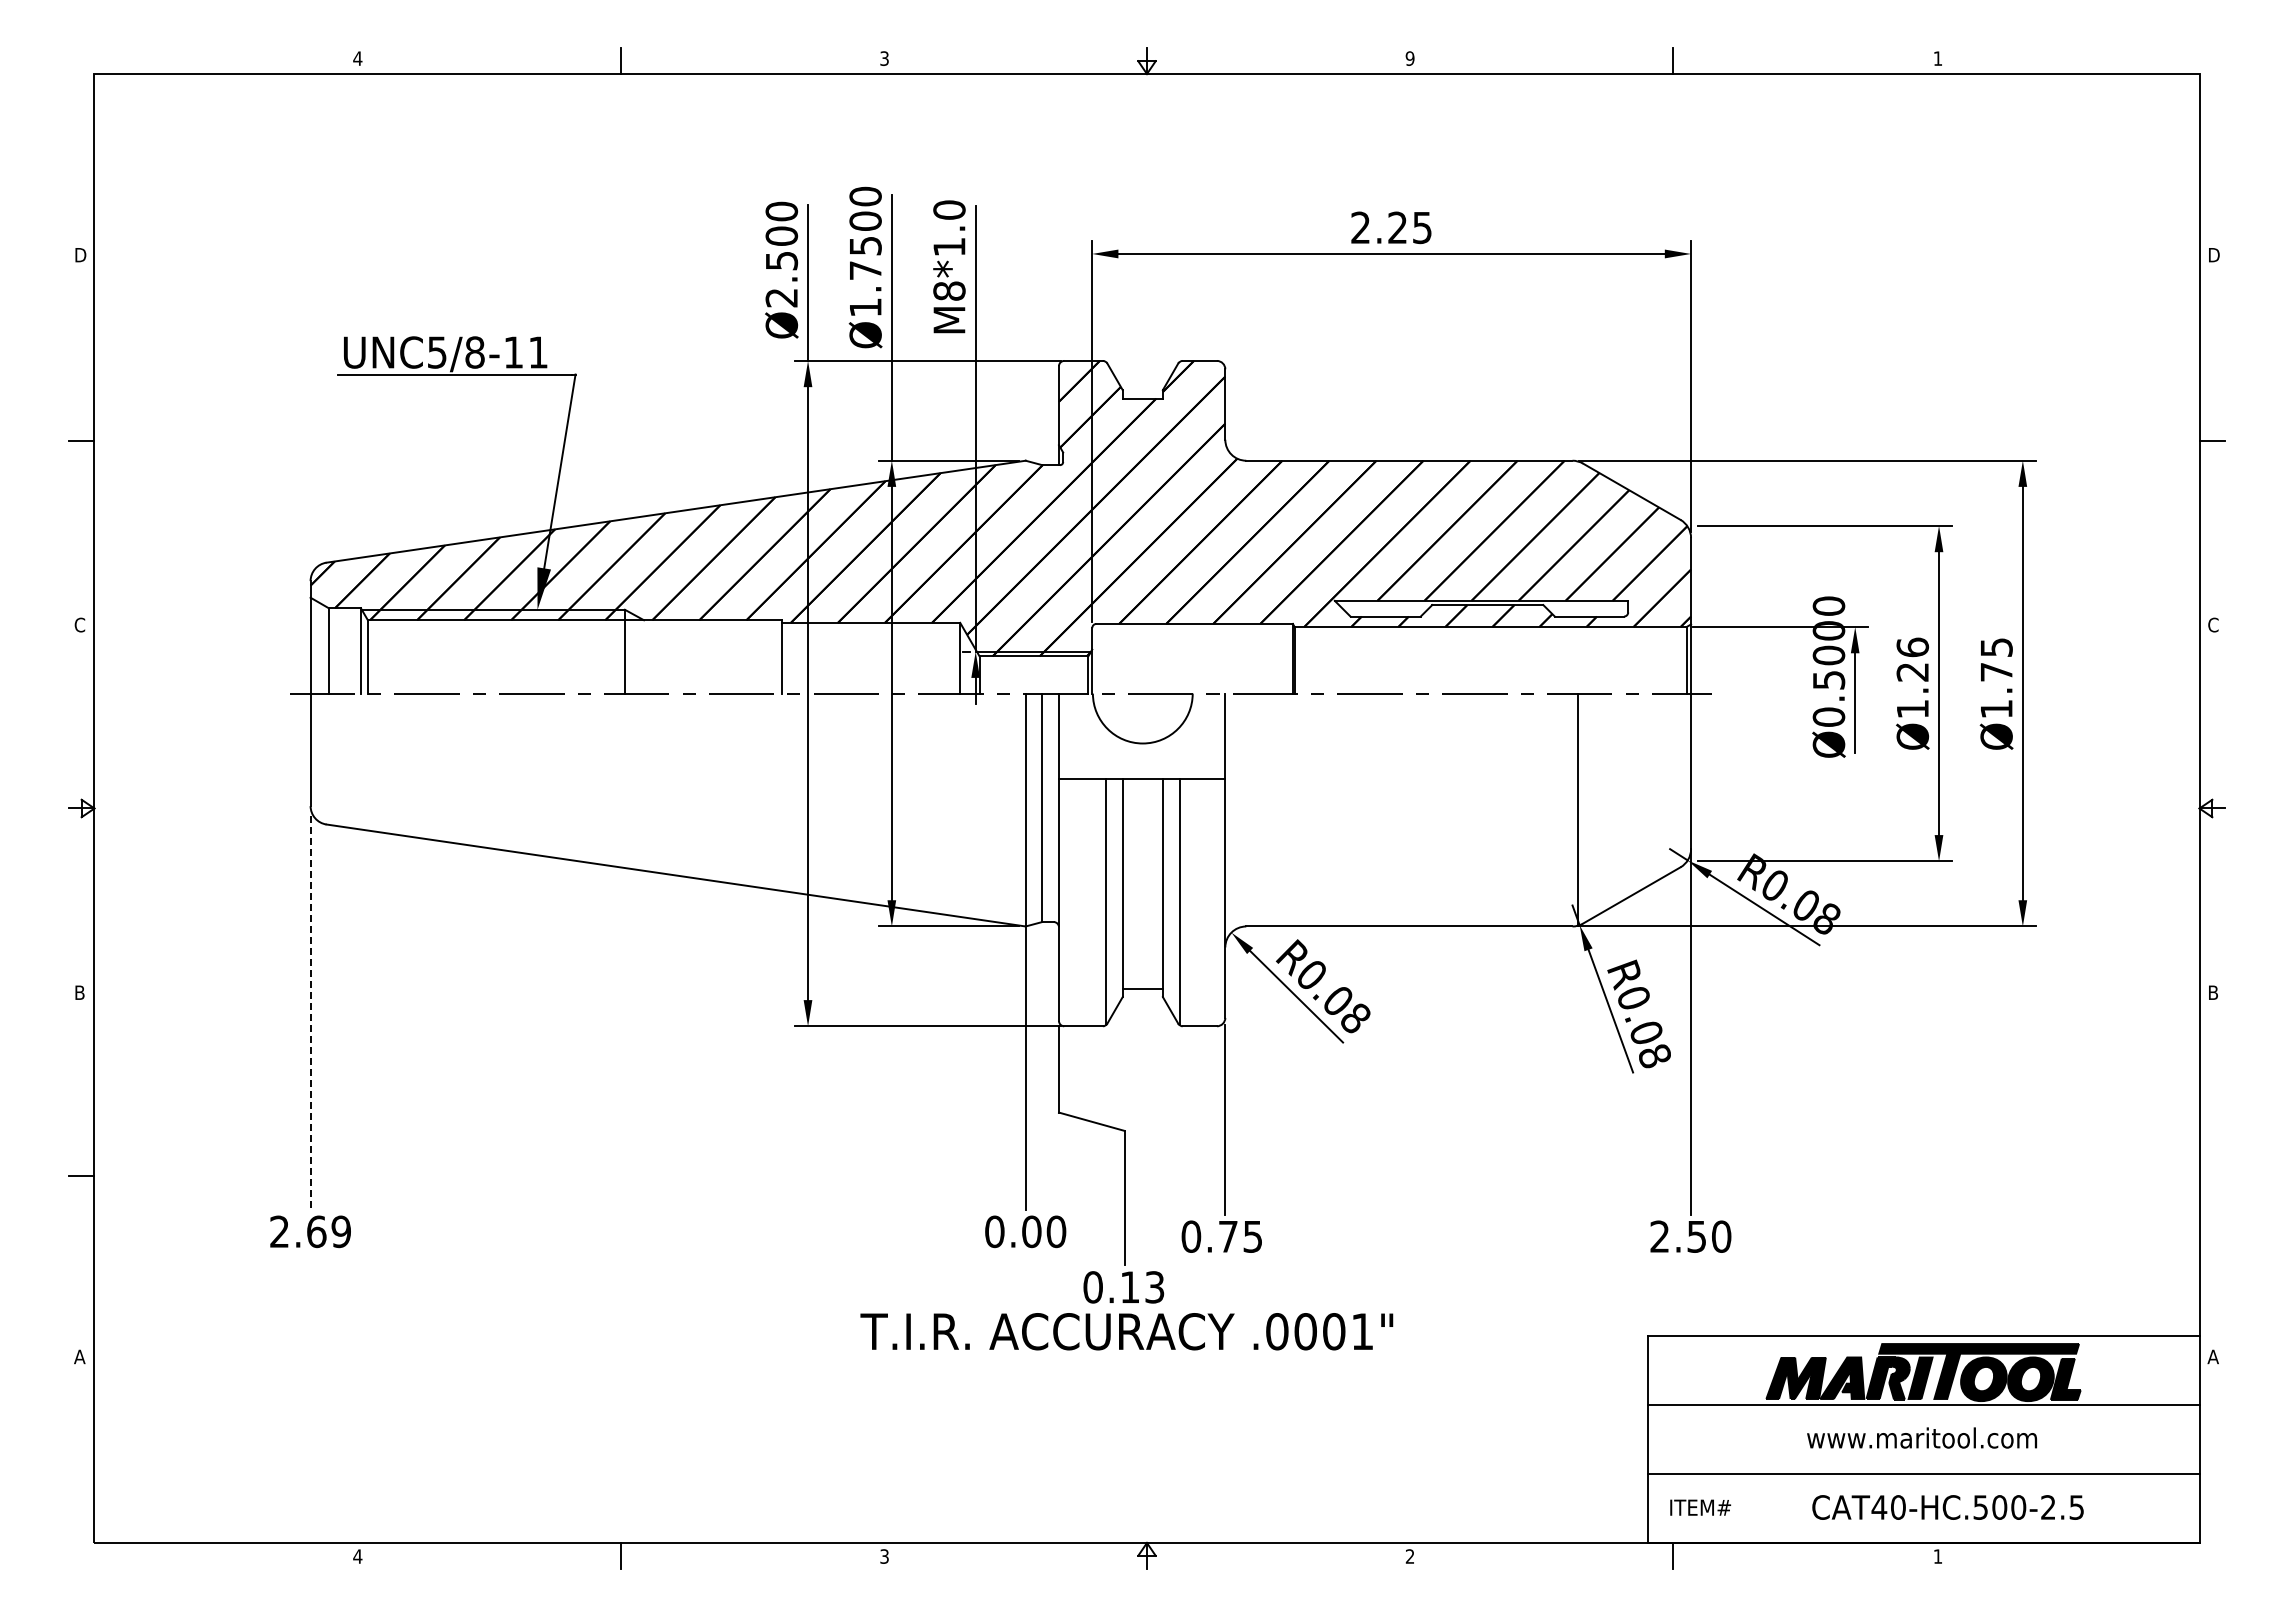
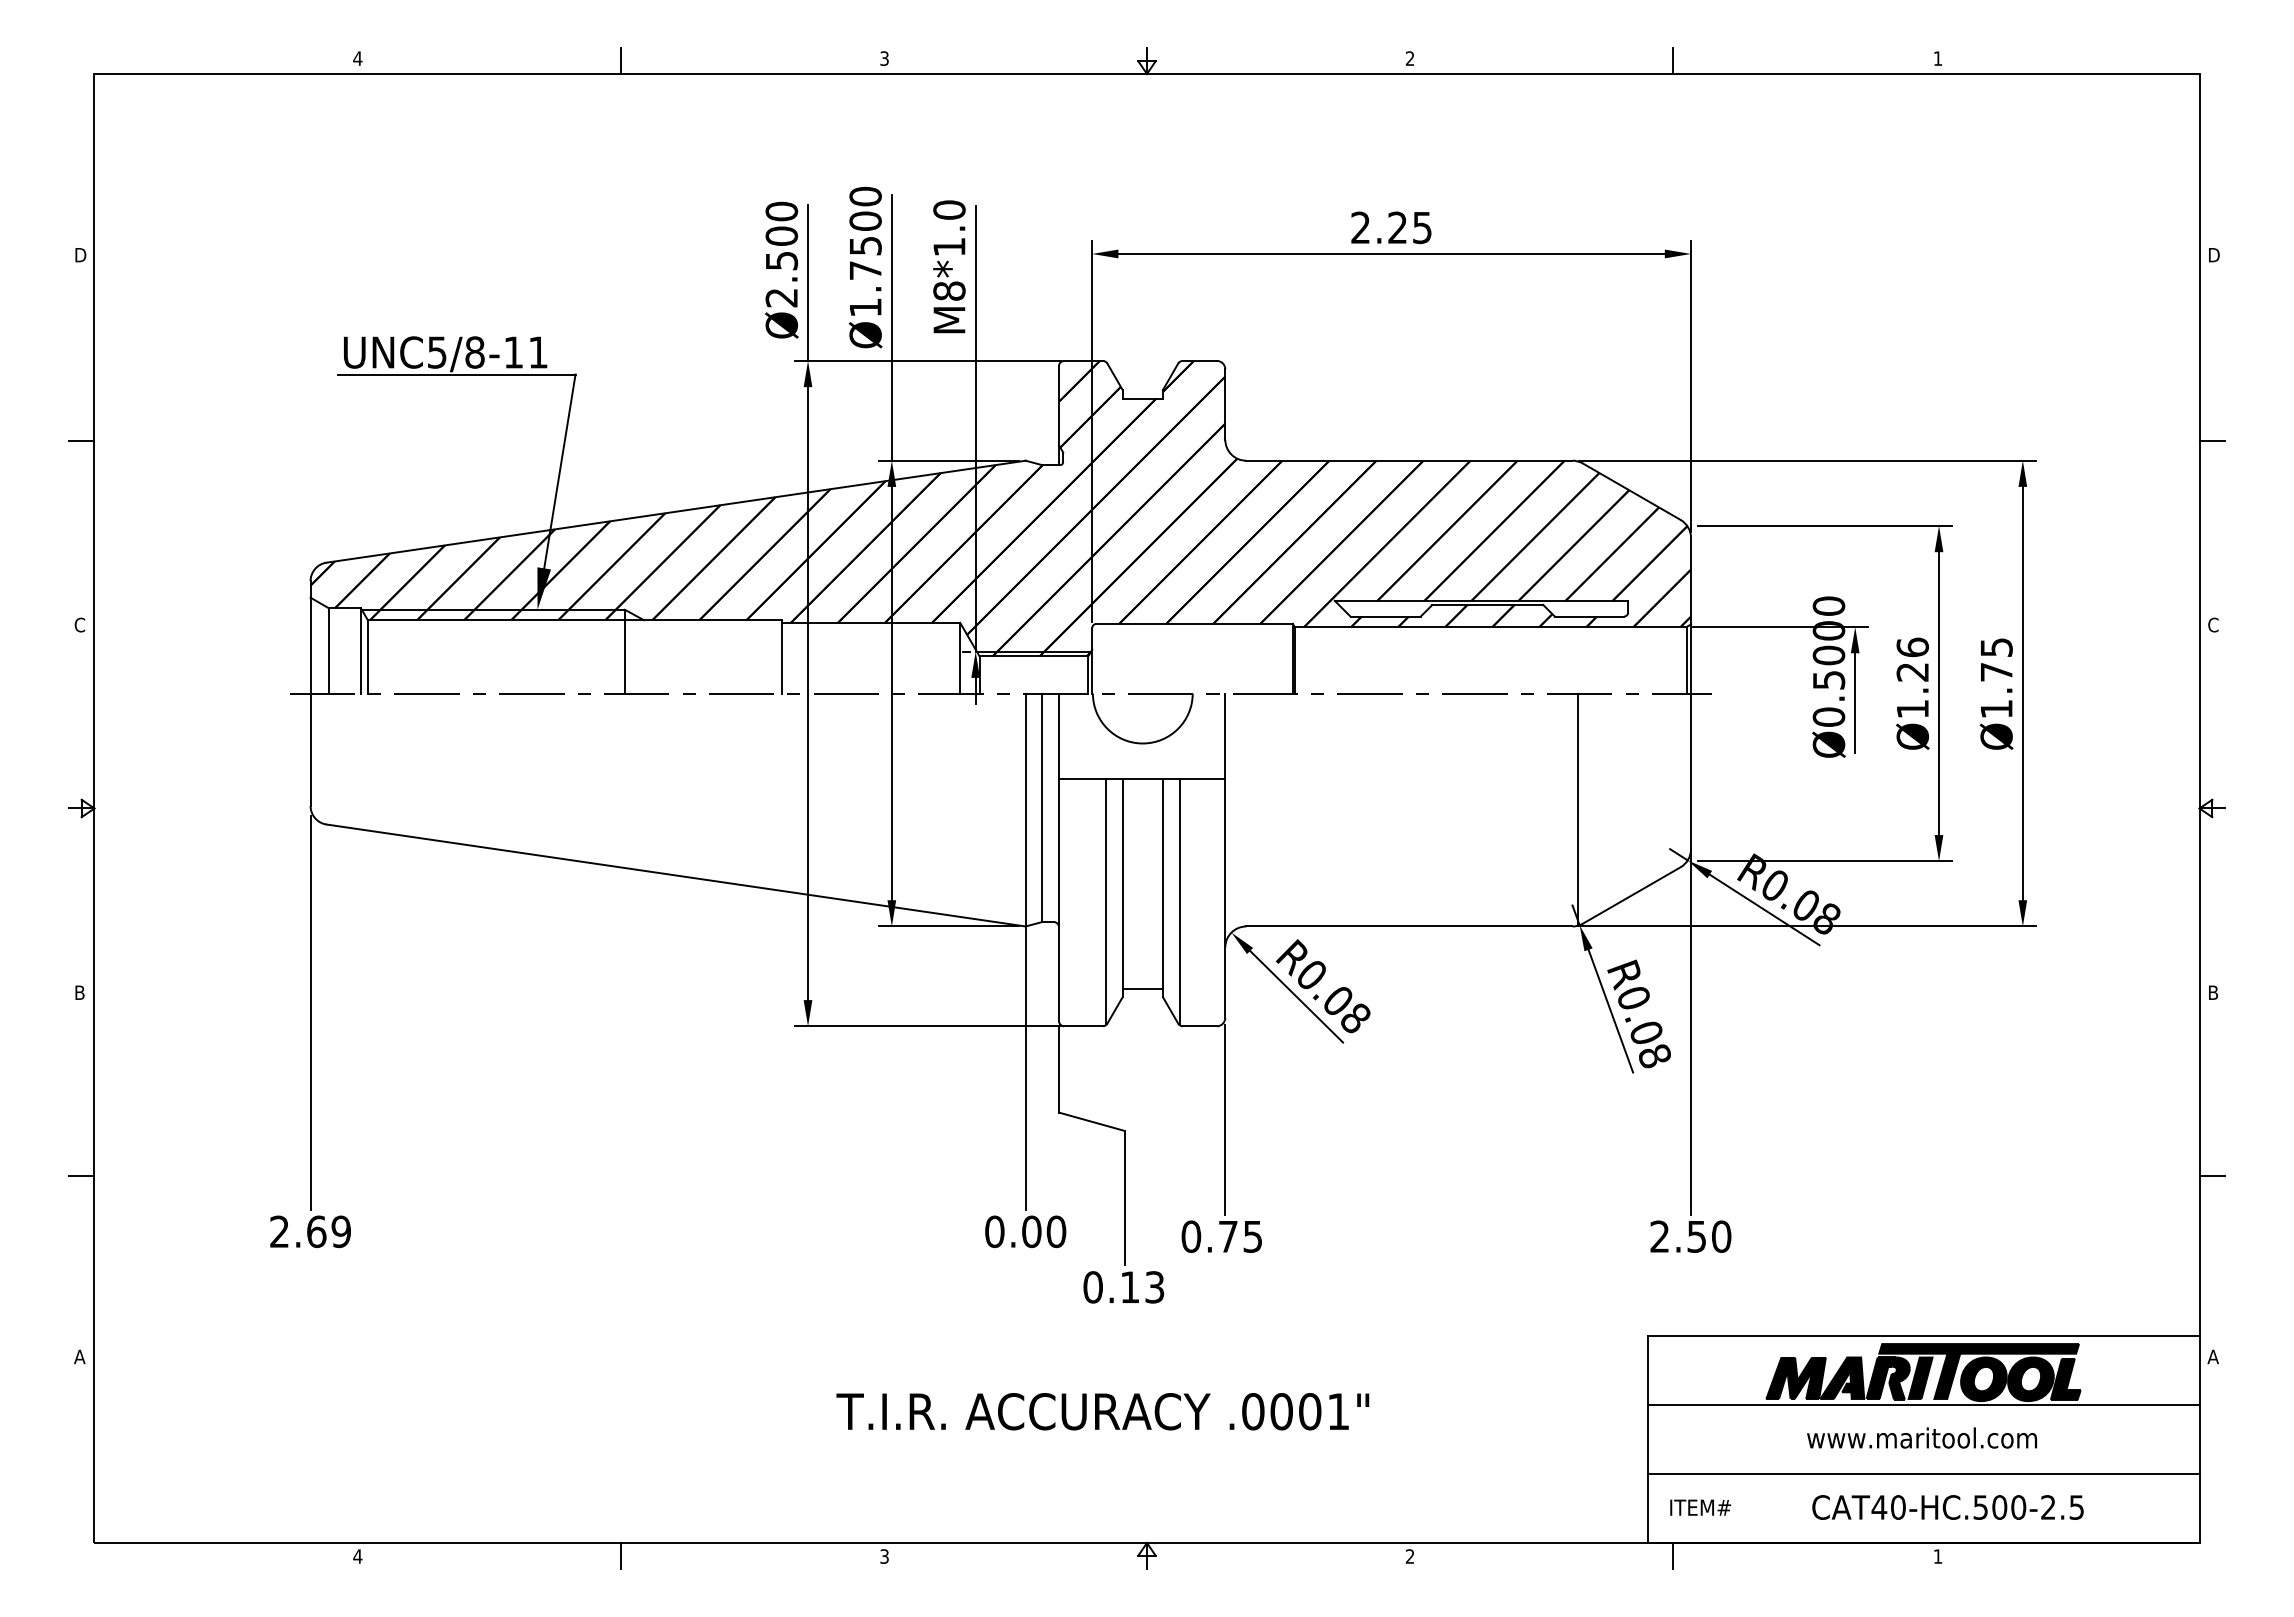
text at (1409, 58): 9 -> 2
line at (310, 1013): dashed -> solid
line at (2212, 1175): none -> present
text at (1126, 1331) position: (1126, 1331) -> (1102, 1411)
